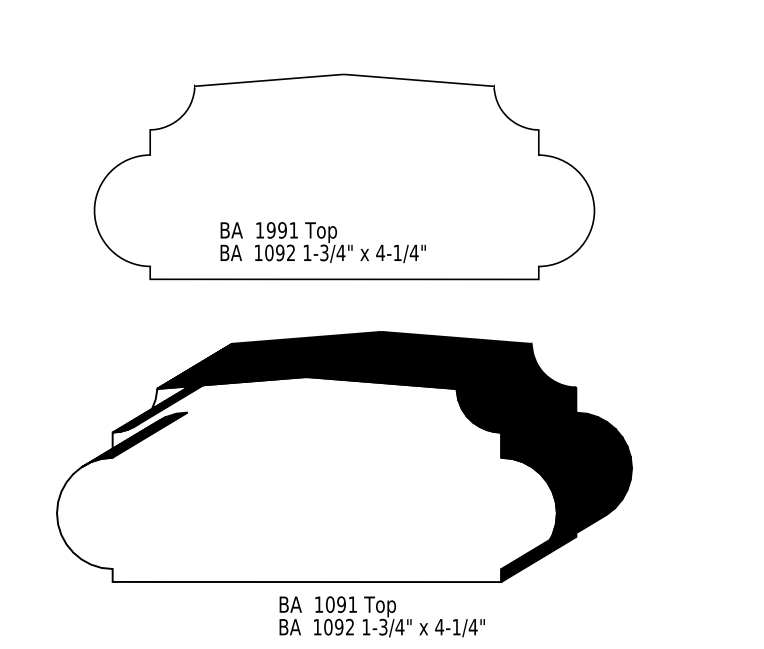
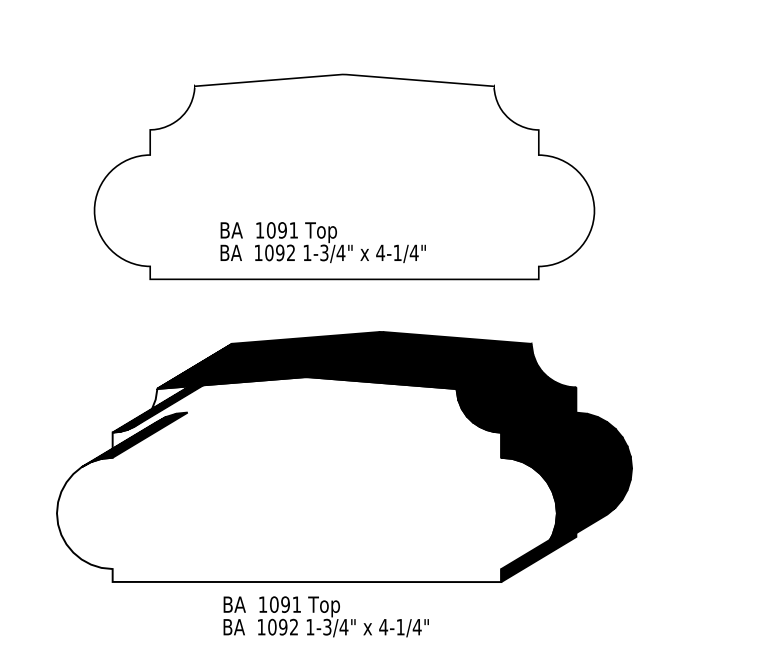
text at (270, 230): 1991 -> 1091
text at (381, 616) position: (381, 616) -> (325, 616)
